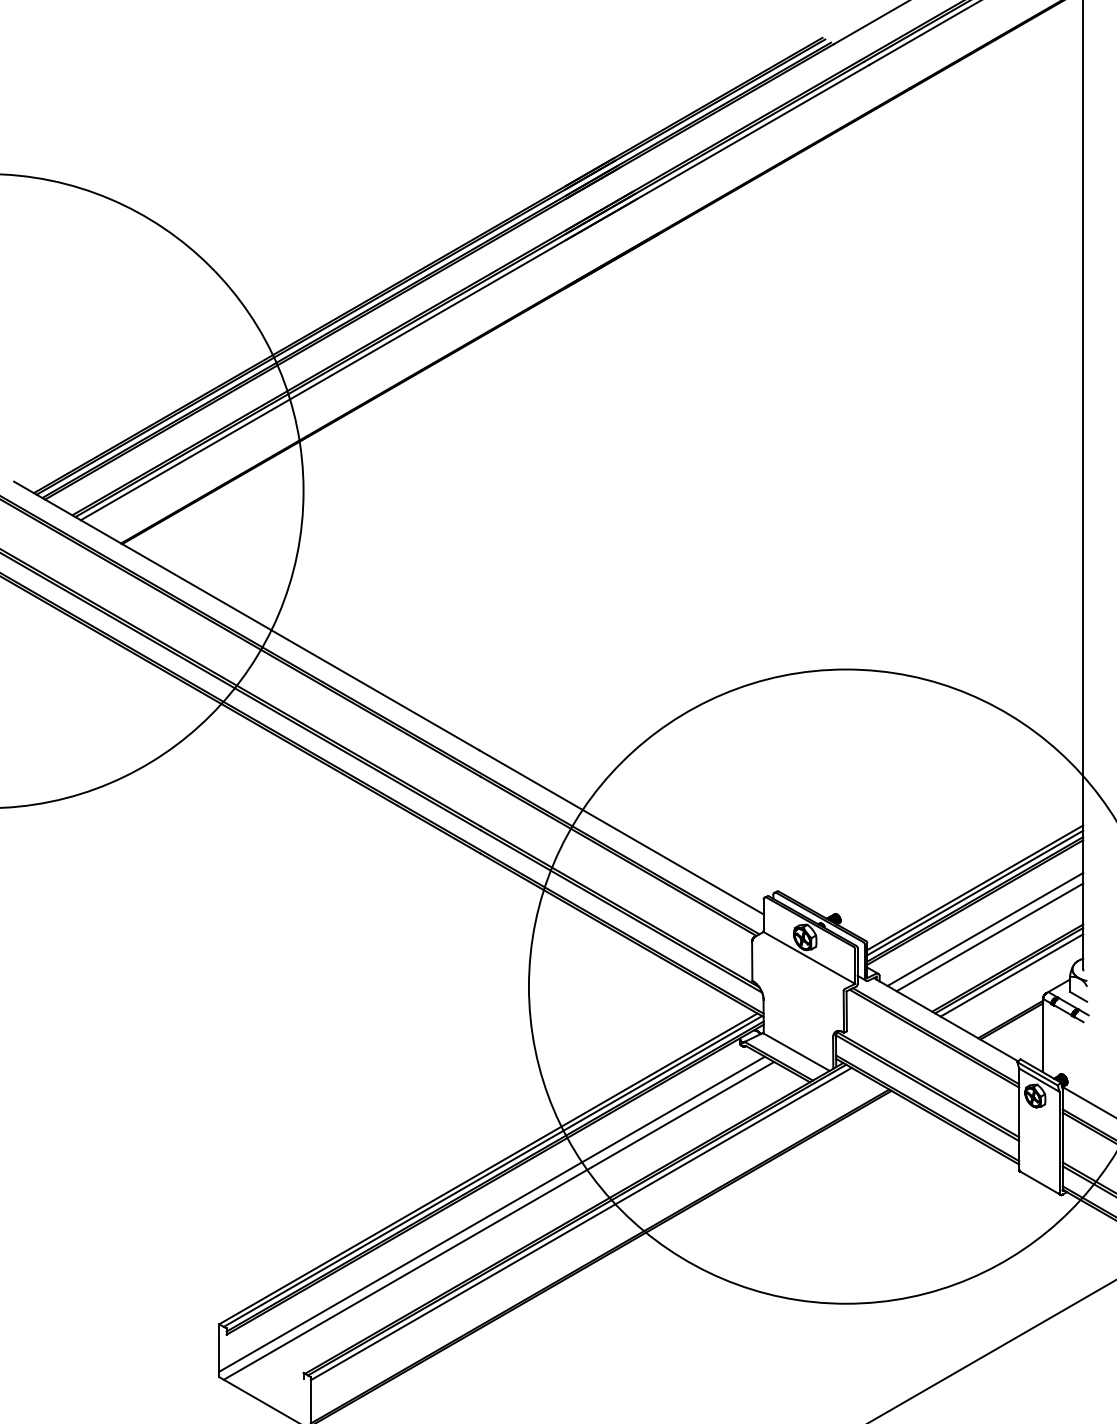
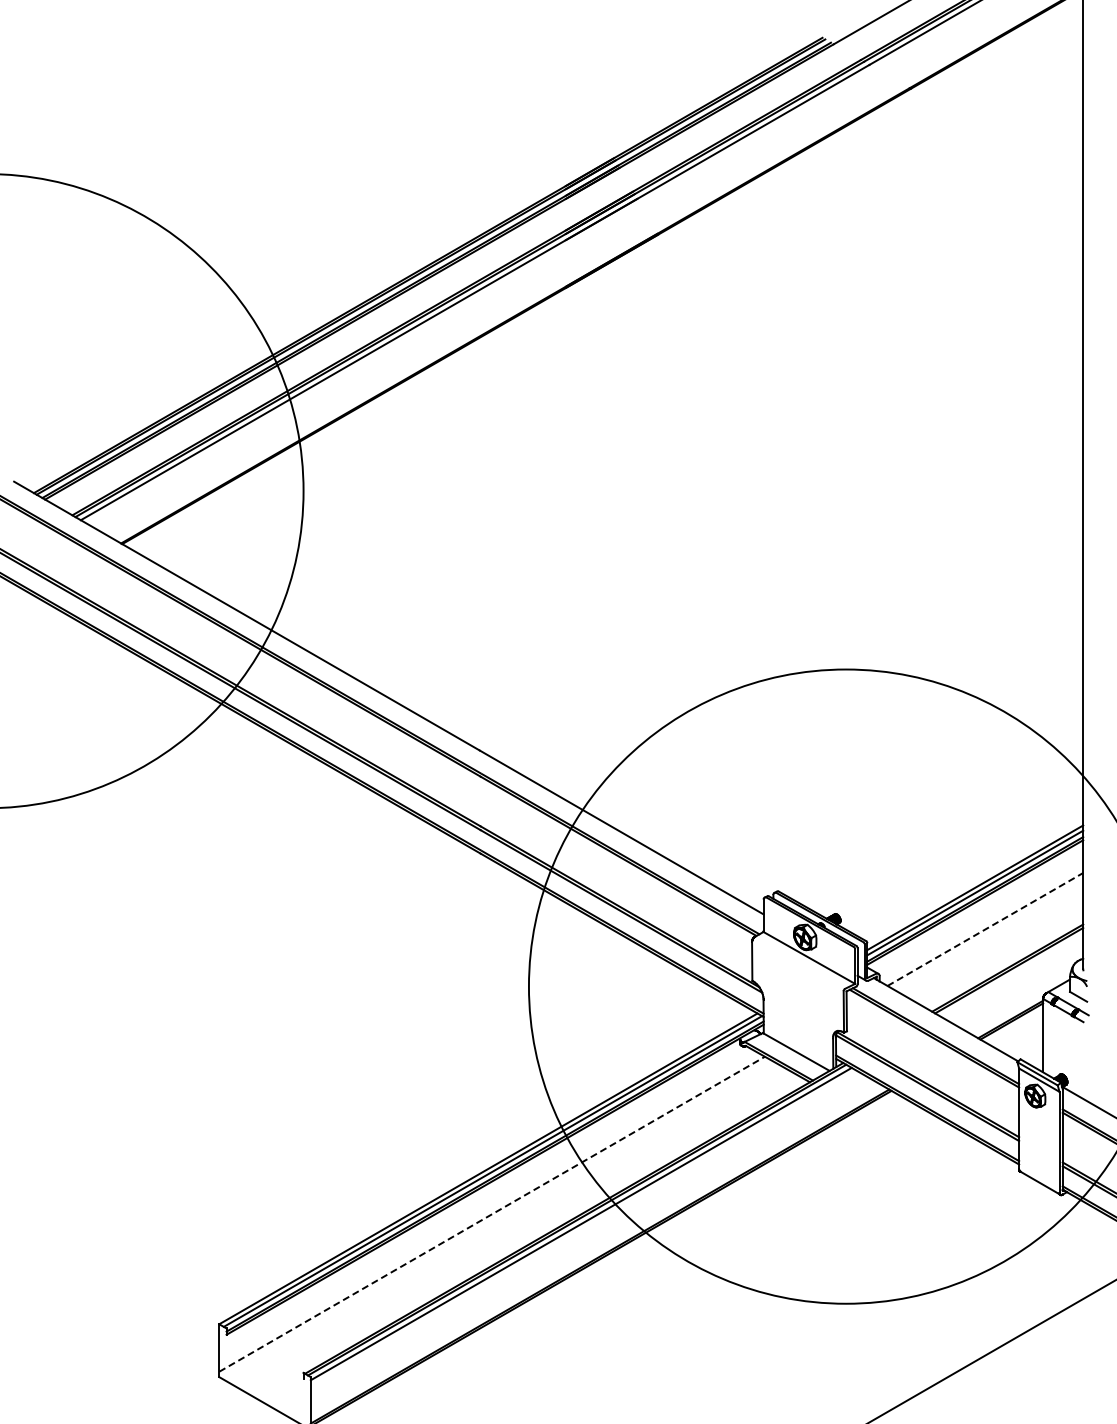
line at (985, 929): solid -> dashed
line at (989, 937): present -> none
line at (1011, 975): present -> none
line at (492, 1214): solid -> dashed
line at (498, 1220): present -> none
